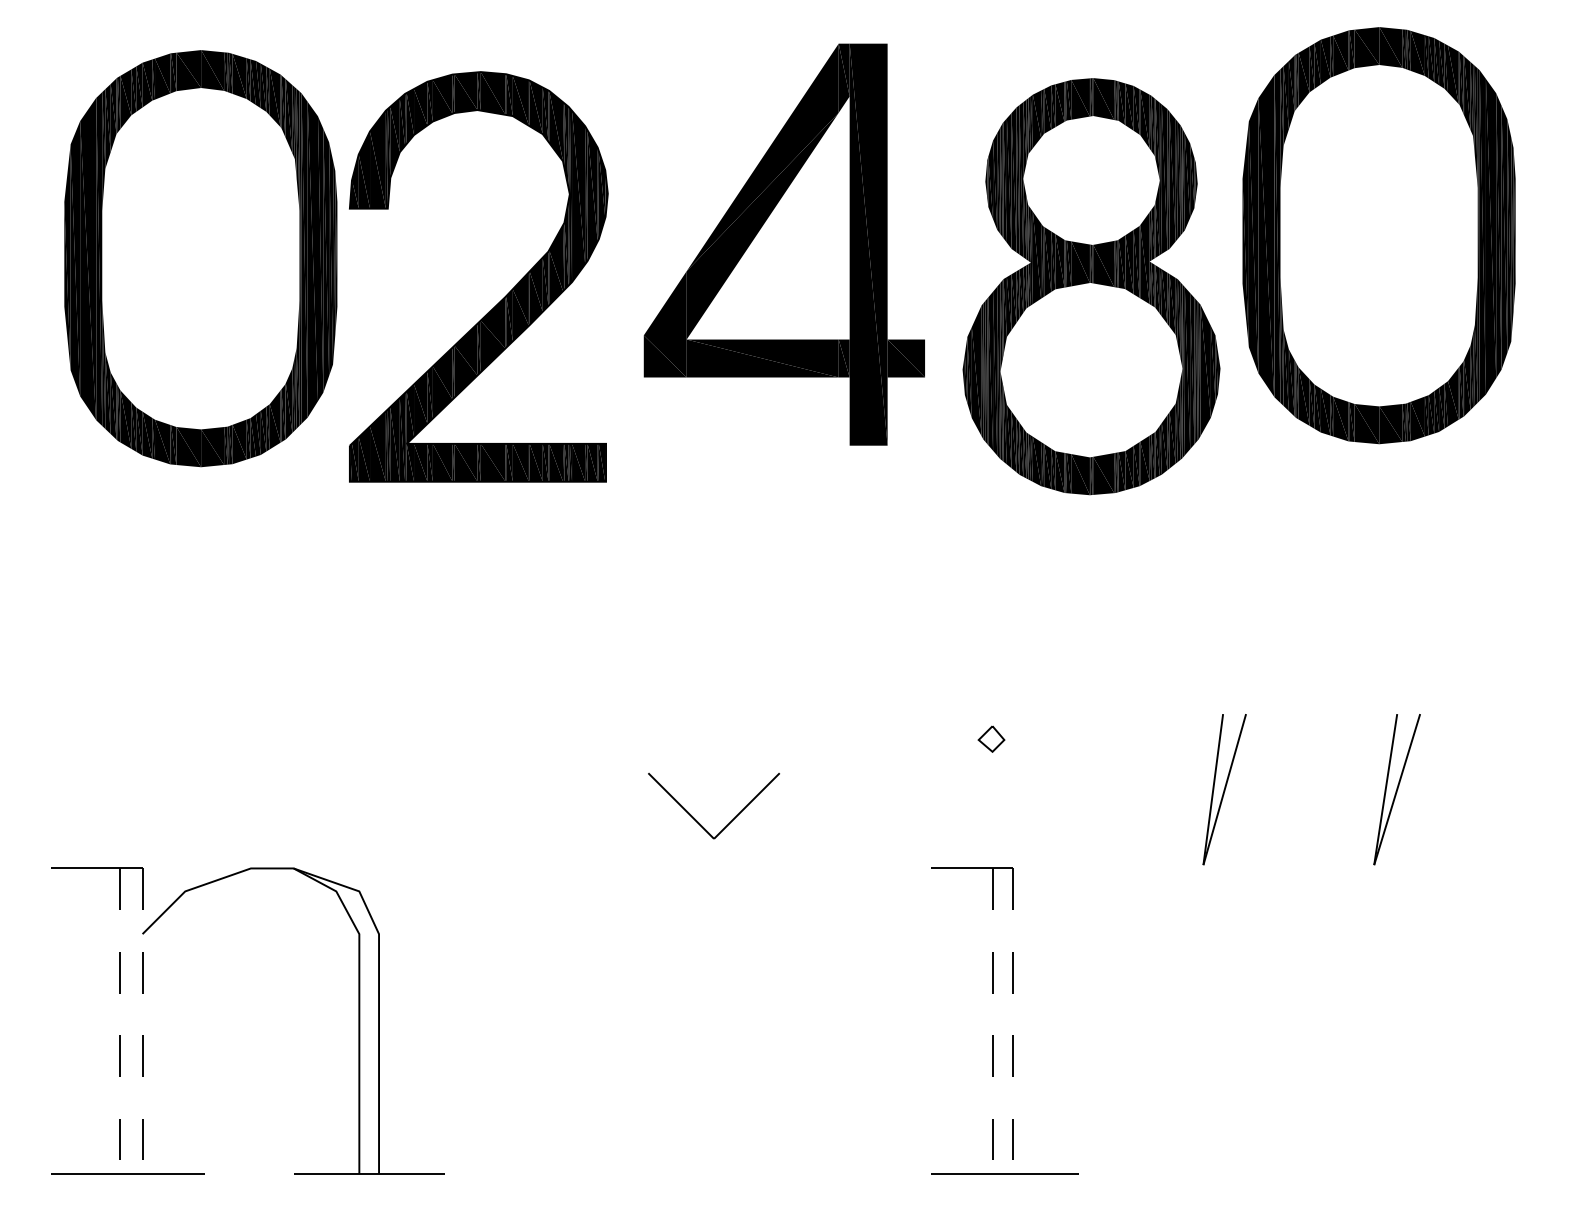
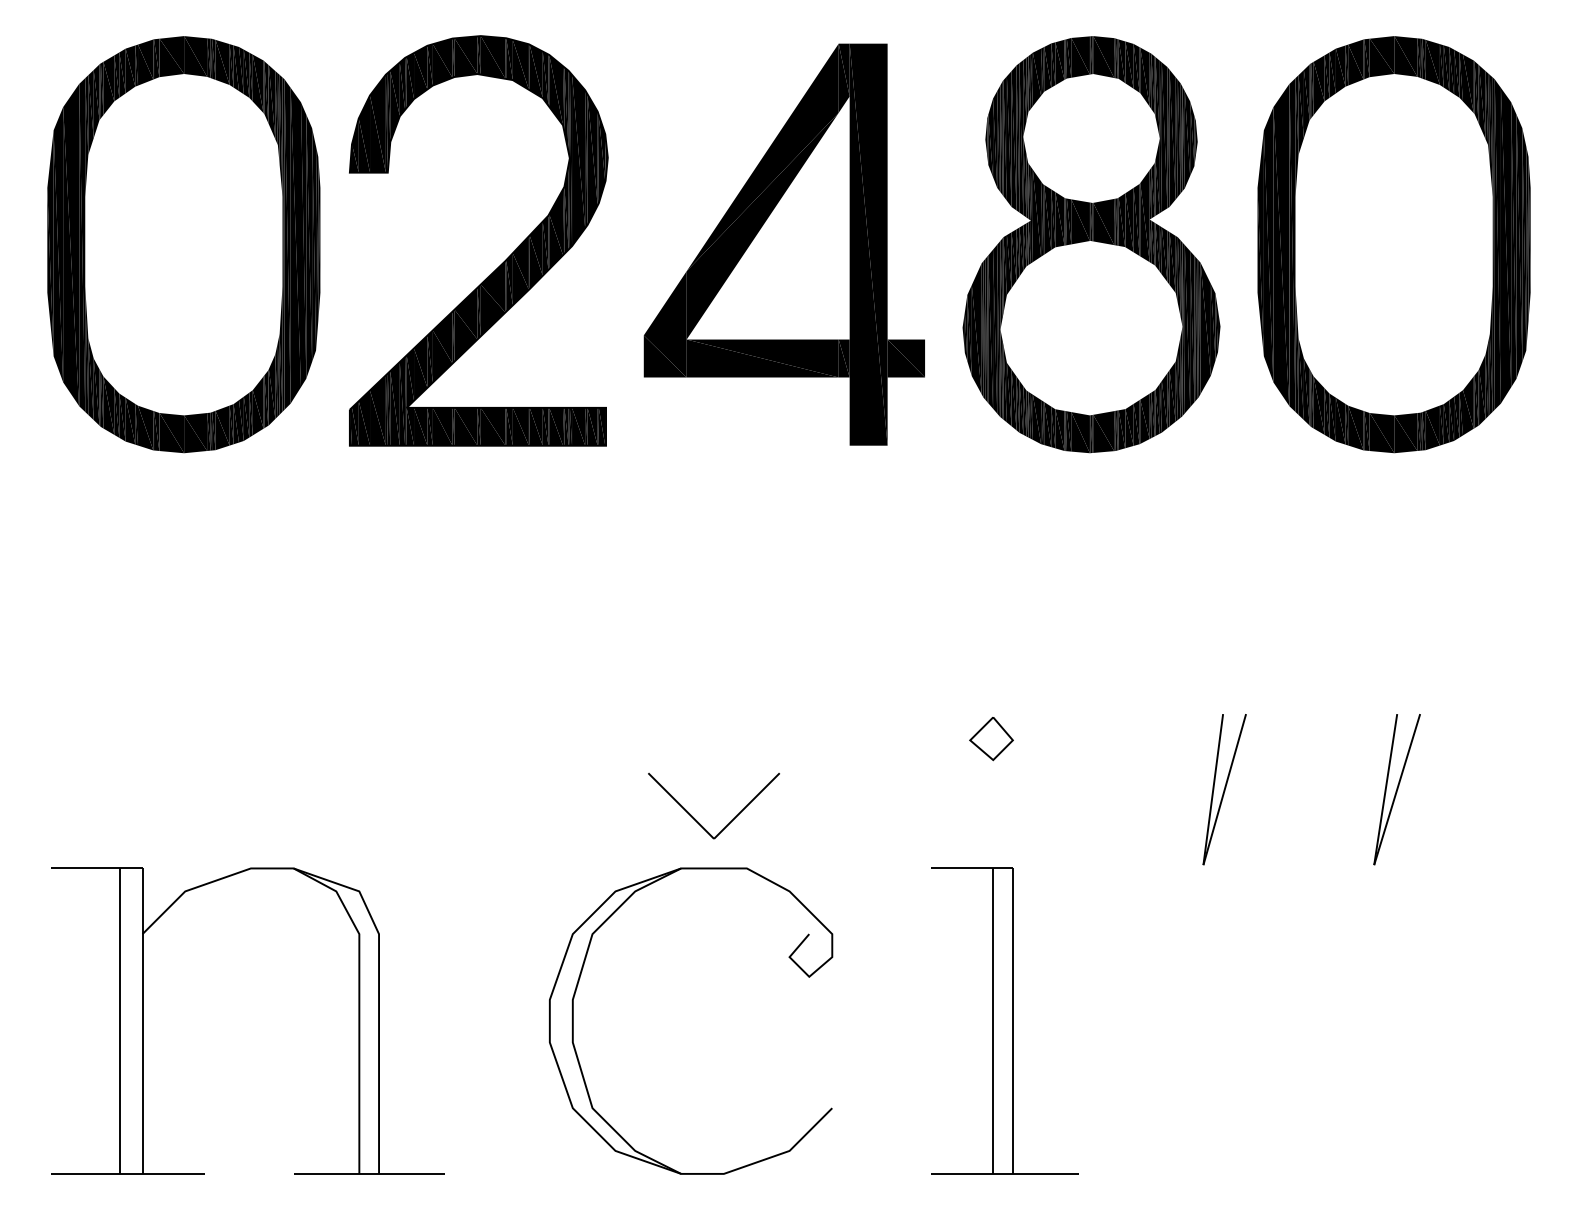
part at (1378, 235) position: (1378, 235) -> (1393, 244)
part at (200, 258) position: (200, 258) -> (183, 244)
part at (1091, 286) position: (1091, 286) -> (1091, 244)
part at (501, 299) position: (501, 299) -> (501, 263)
part at (991, 738) size: 29x28 px -> 45x45 px
part at (788, 957): none -> present
line at (119, 1021): dashed -> solid
line at (142, 1021): dashed -> solid
line at (993, 1021): dashed -> solid
line at (1012, 1021): dashed -> solid
